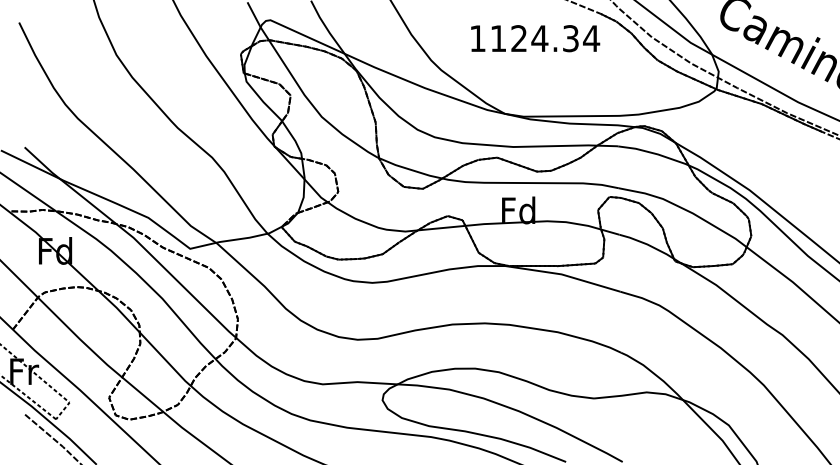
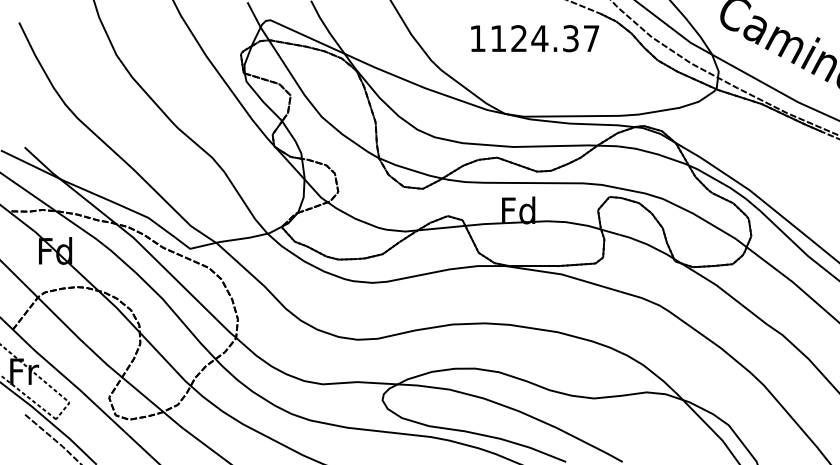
text at (591, 38): 1124.34 -> 1124.37
